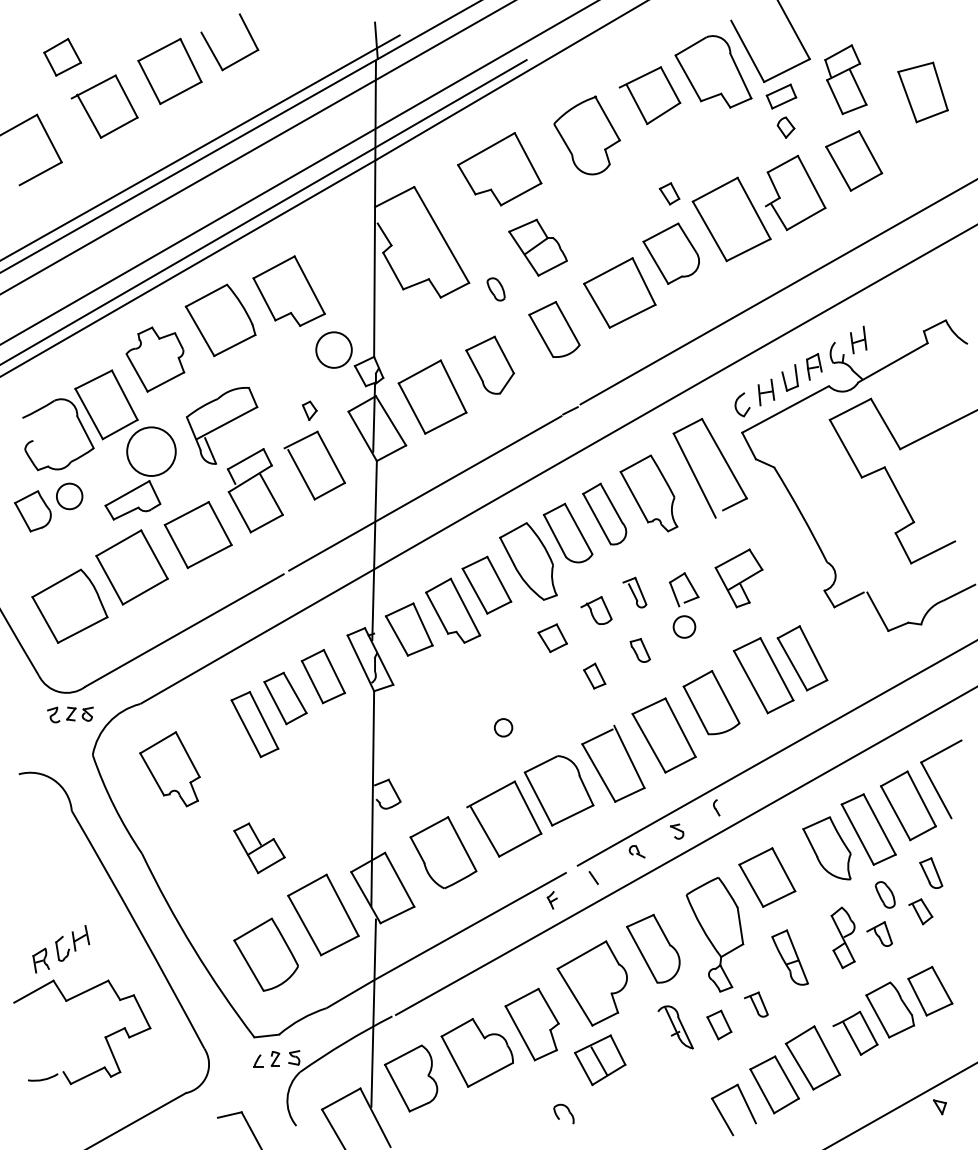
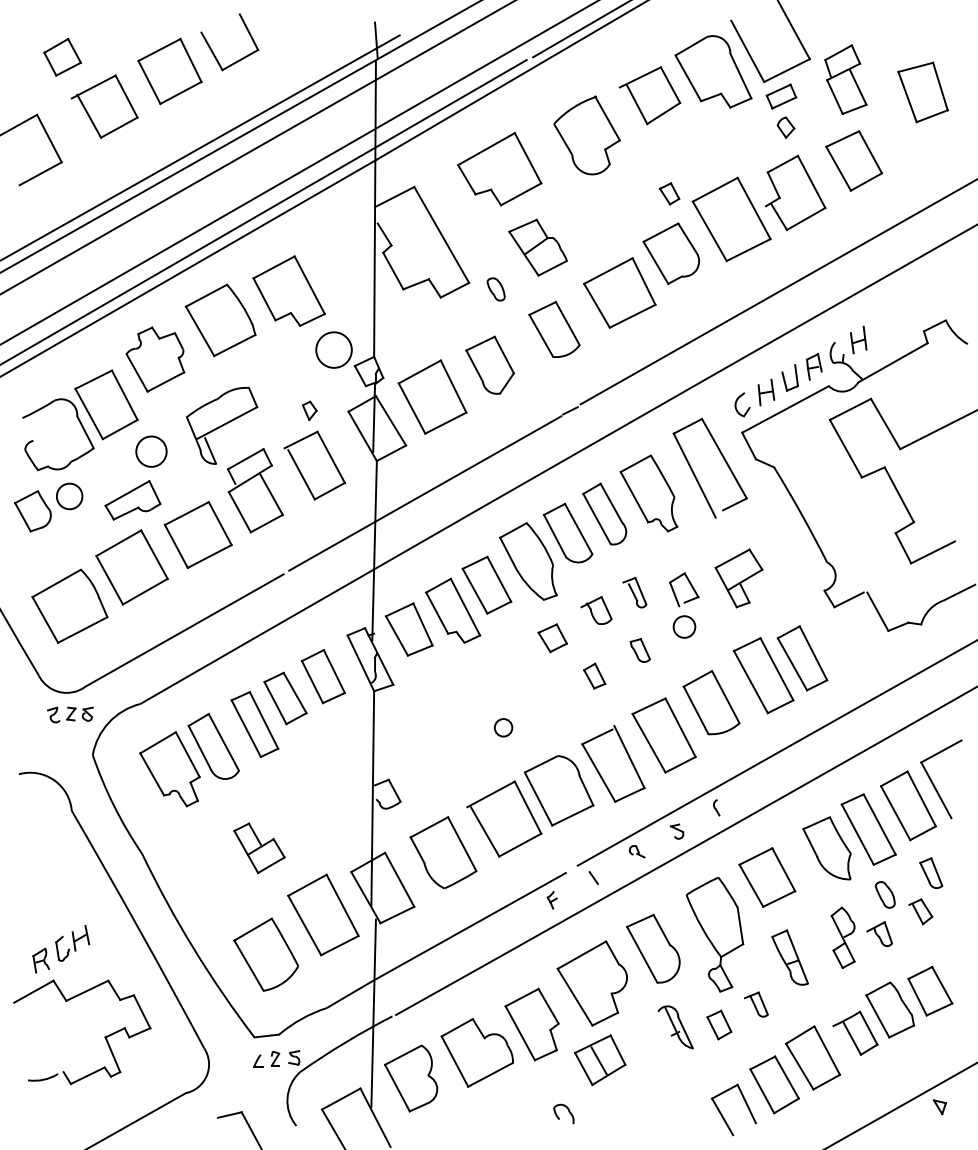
line at (580, 29): none -> present
circle at (151, 451) diameter: 49 px -> 30 px
part at (213, 746): none -> present
